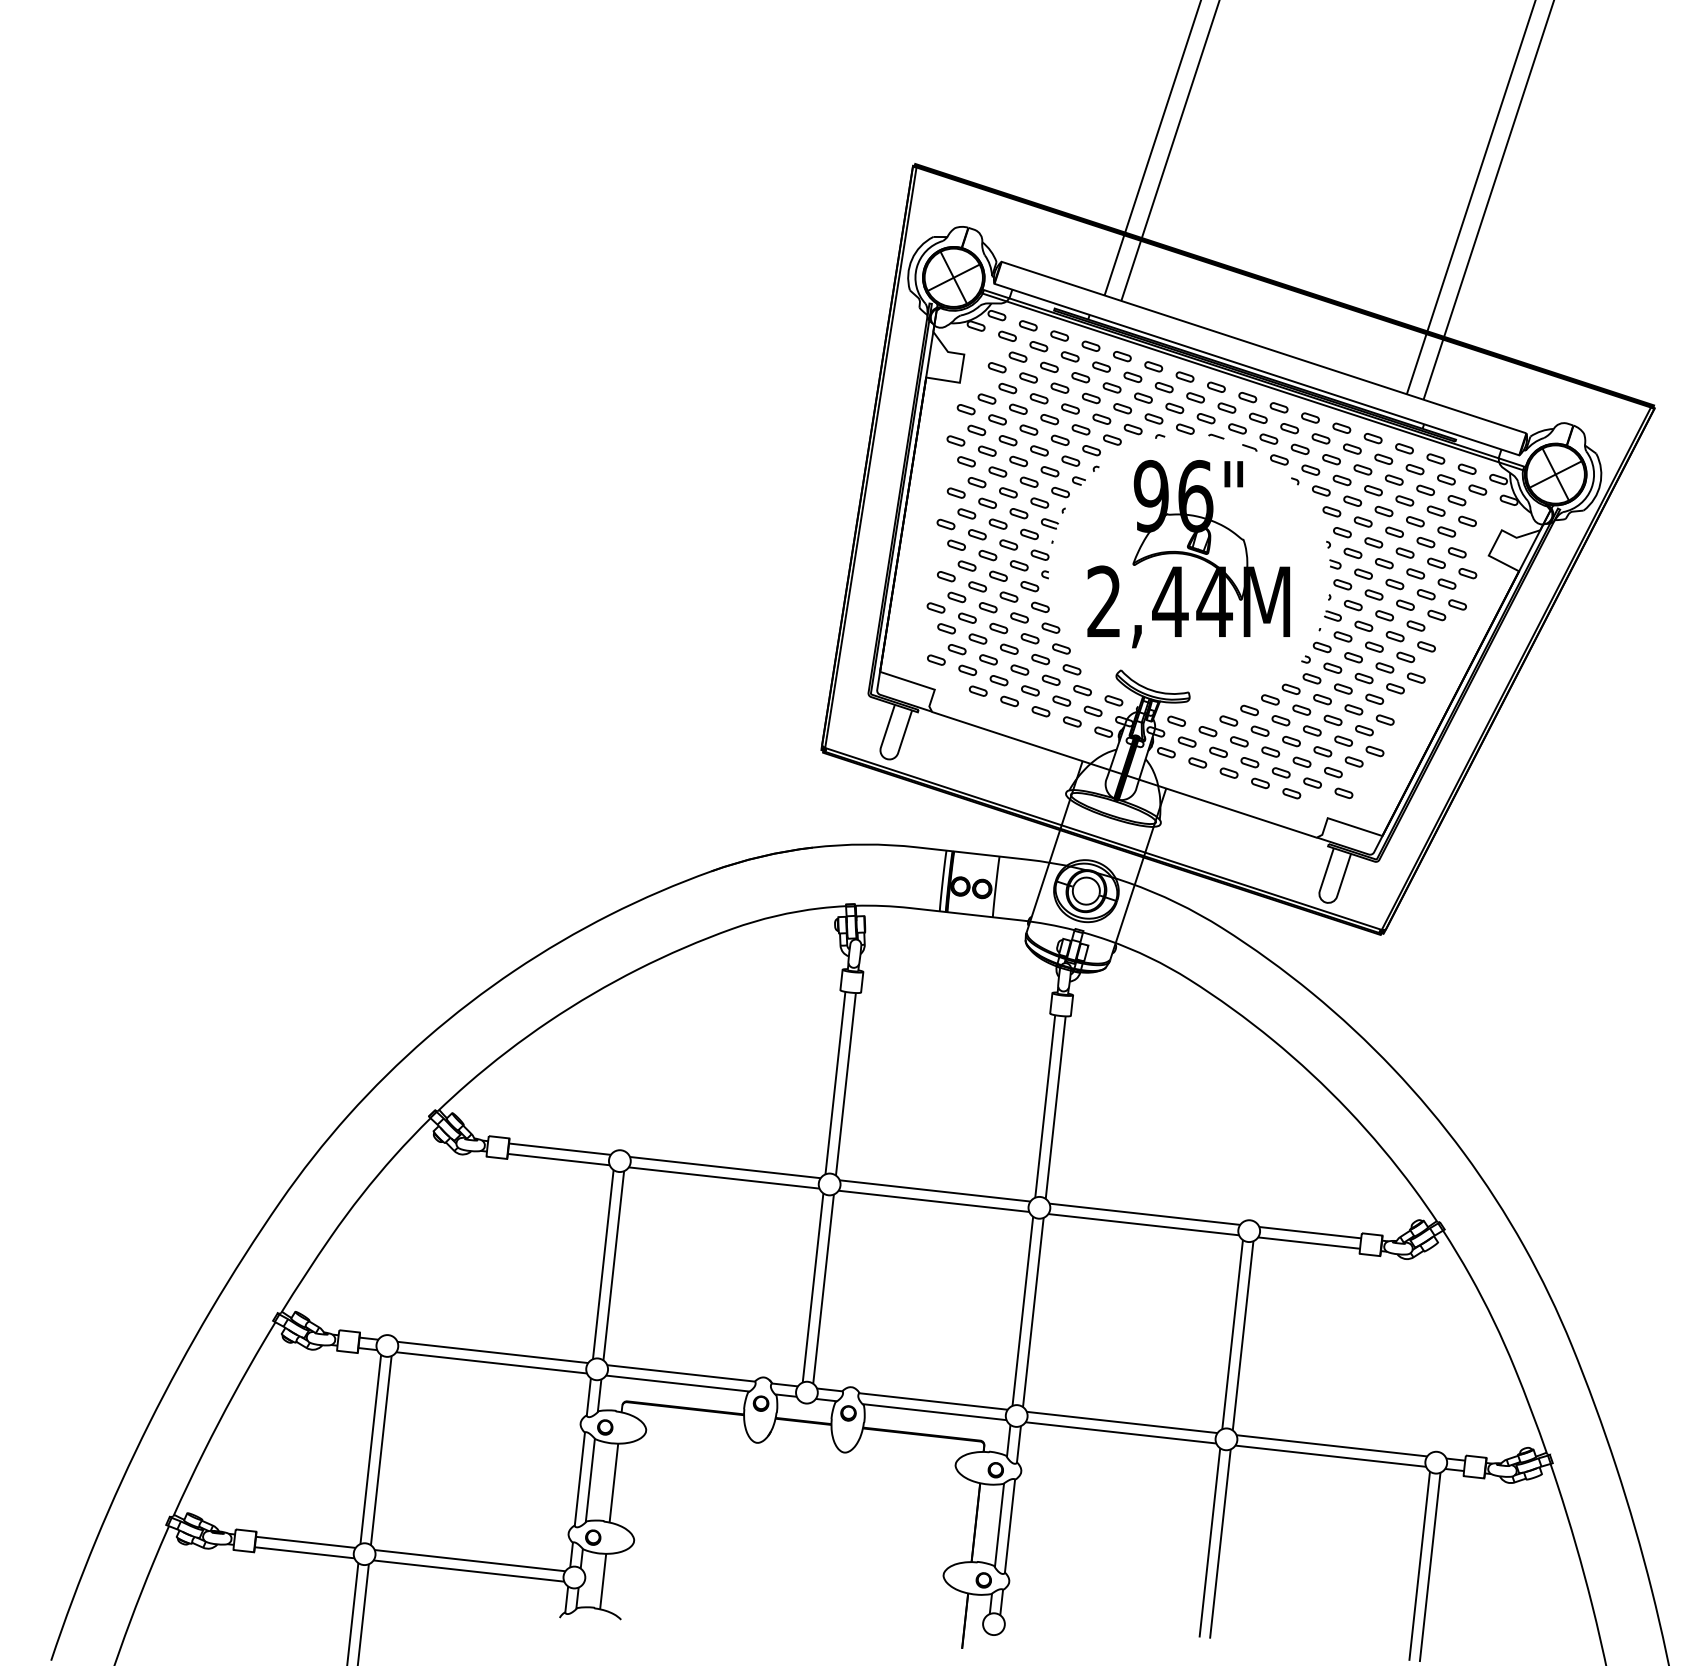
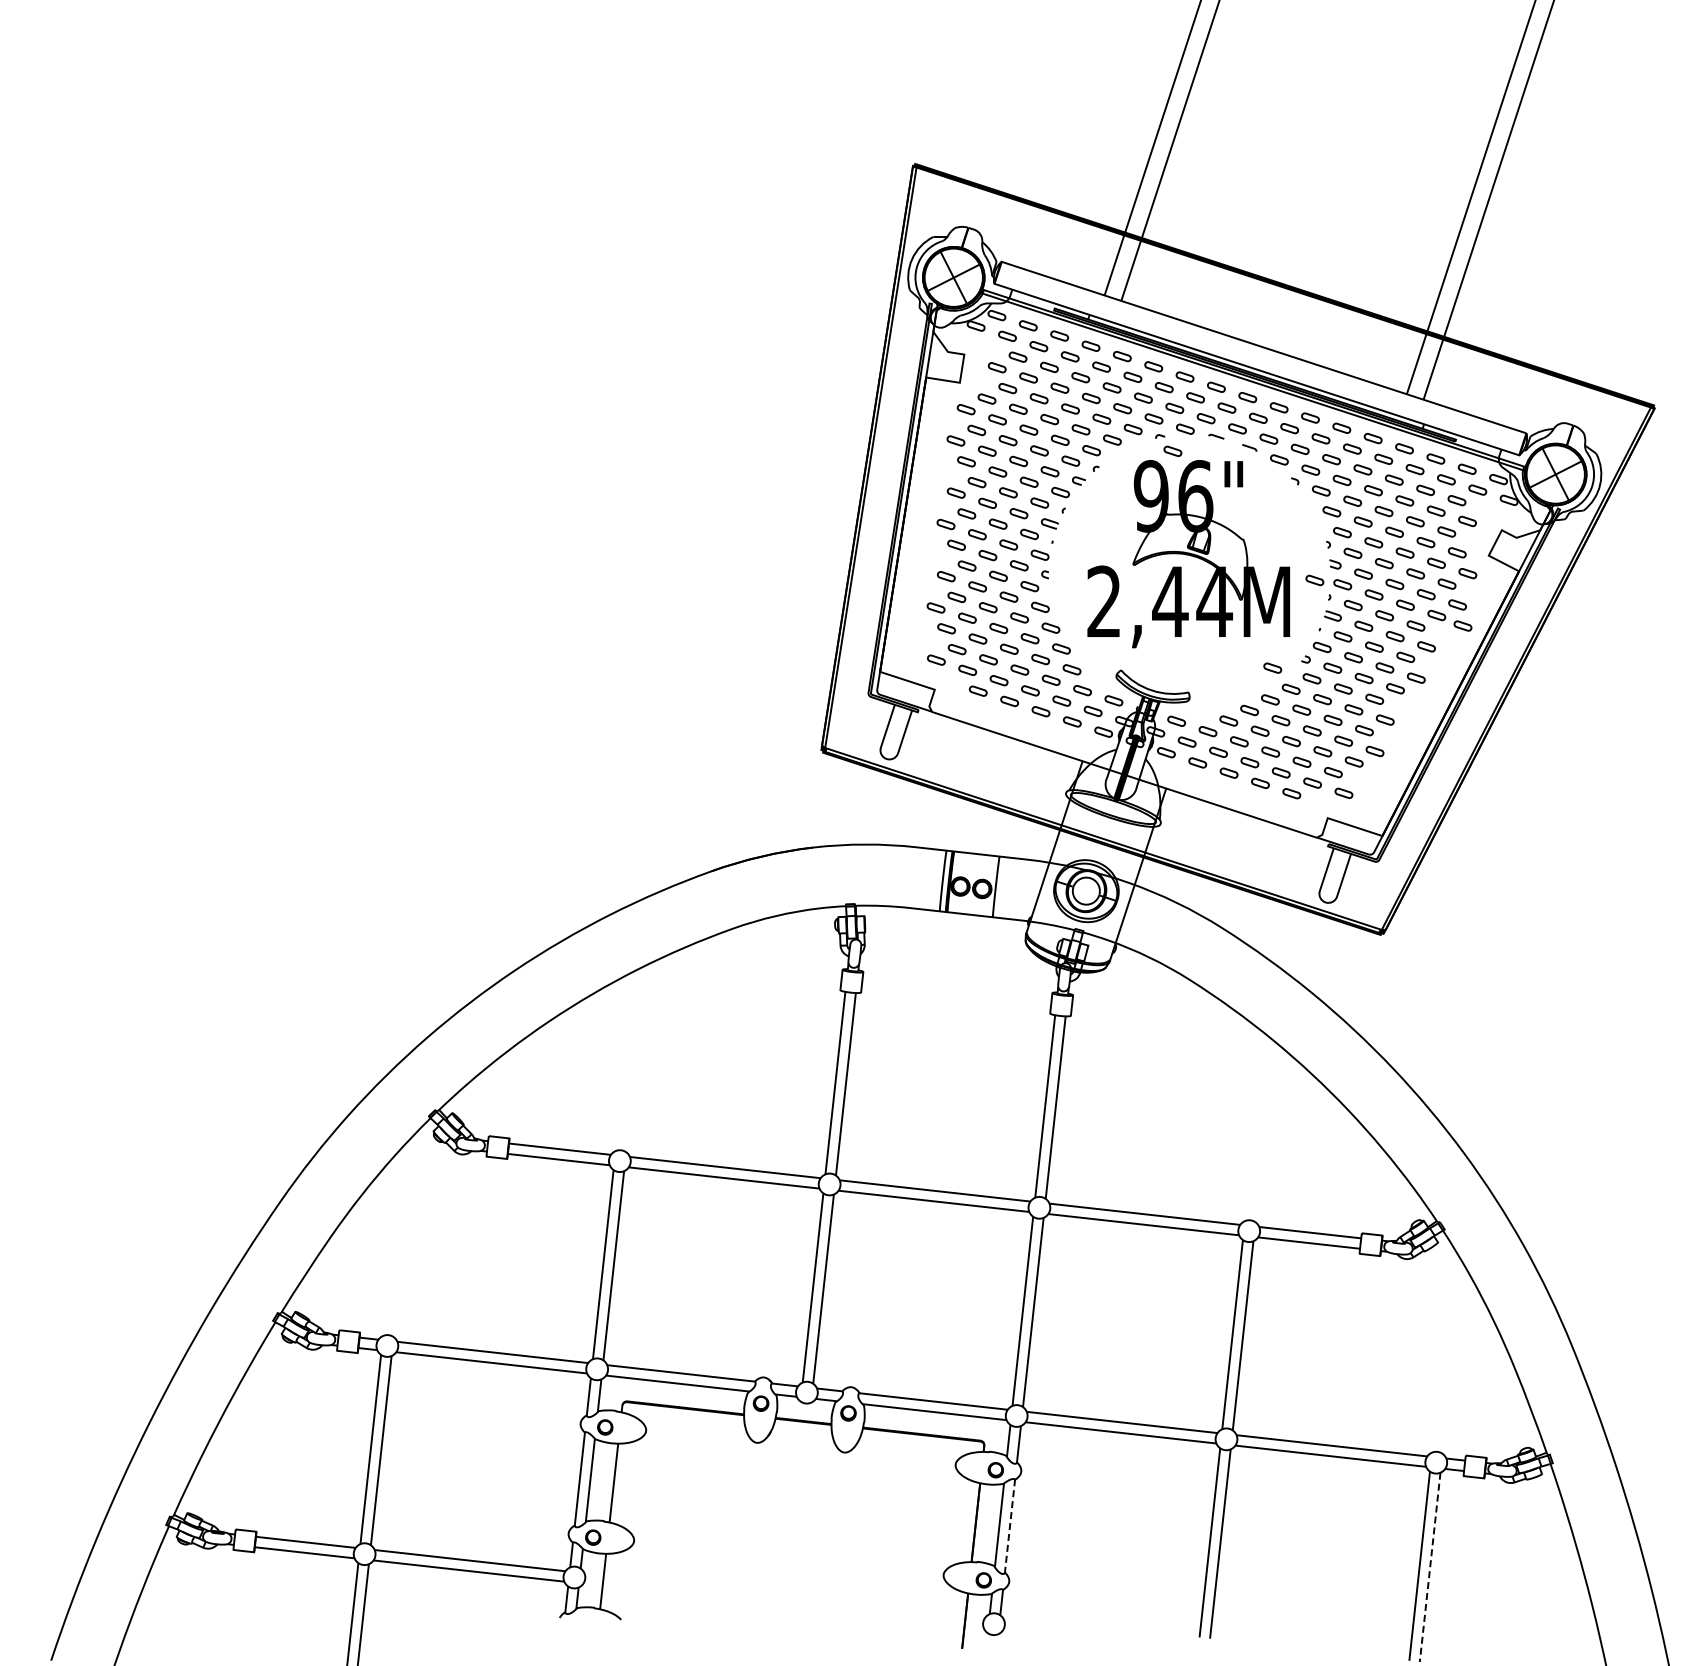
part at (1172, 450): none -> present
part at (1314, 580): none -> present
part at (1462, 625): none -> present
part at (1272, 667): none -> present
line at (1009, 1526): solid -> dashed
line at (1430, 1567): solid -> dashed
